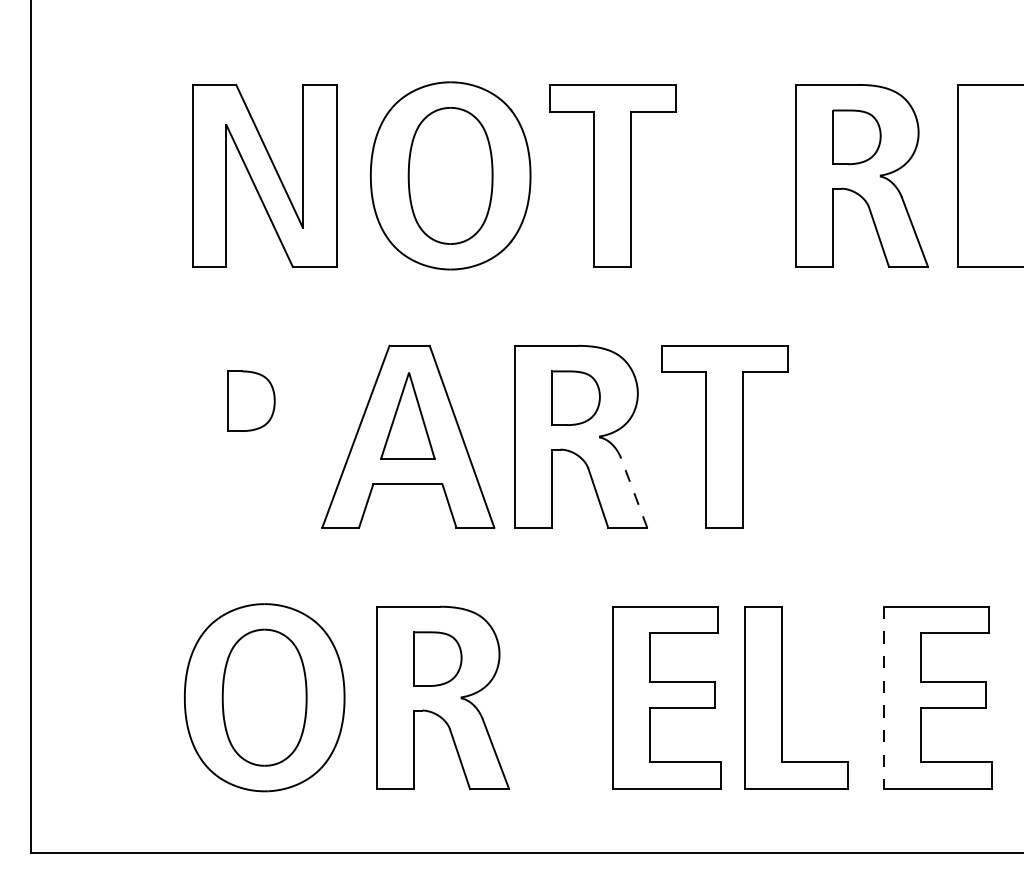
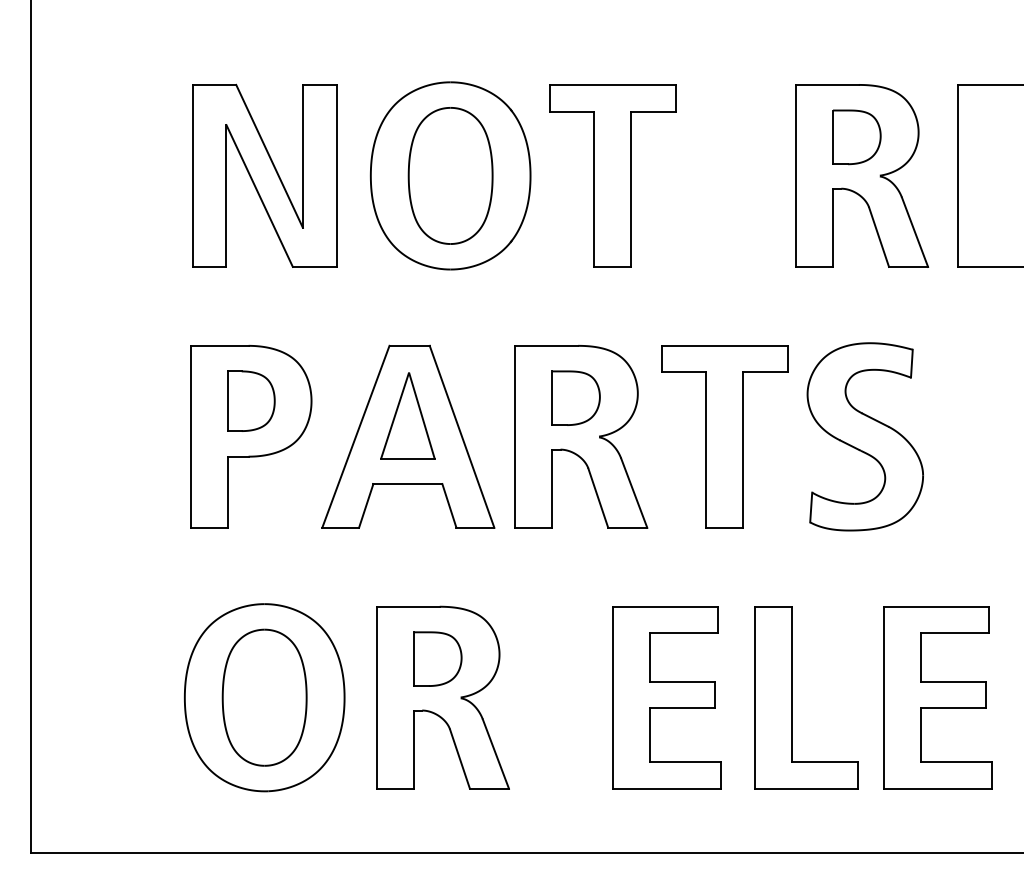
part at (251, 436): none -> present
part at (864, 436): none -> present
line at (634, 492): dashed -> solid
part at (782, 697) position: (782, 697) -> (792, 697)
line at (883, 697): dashed -> solid
